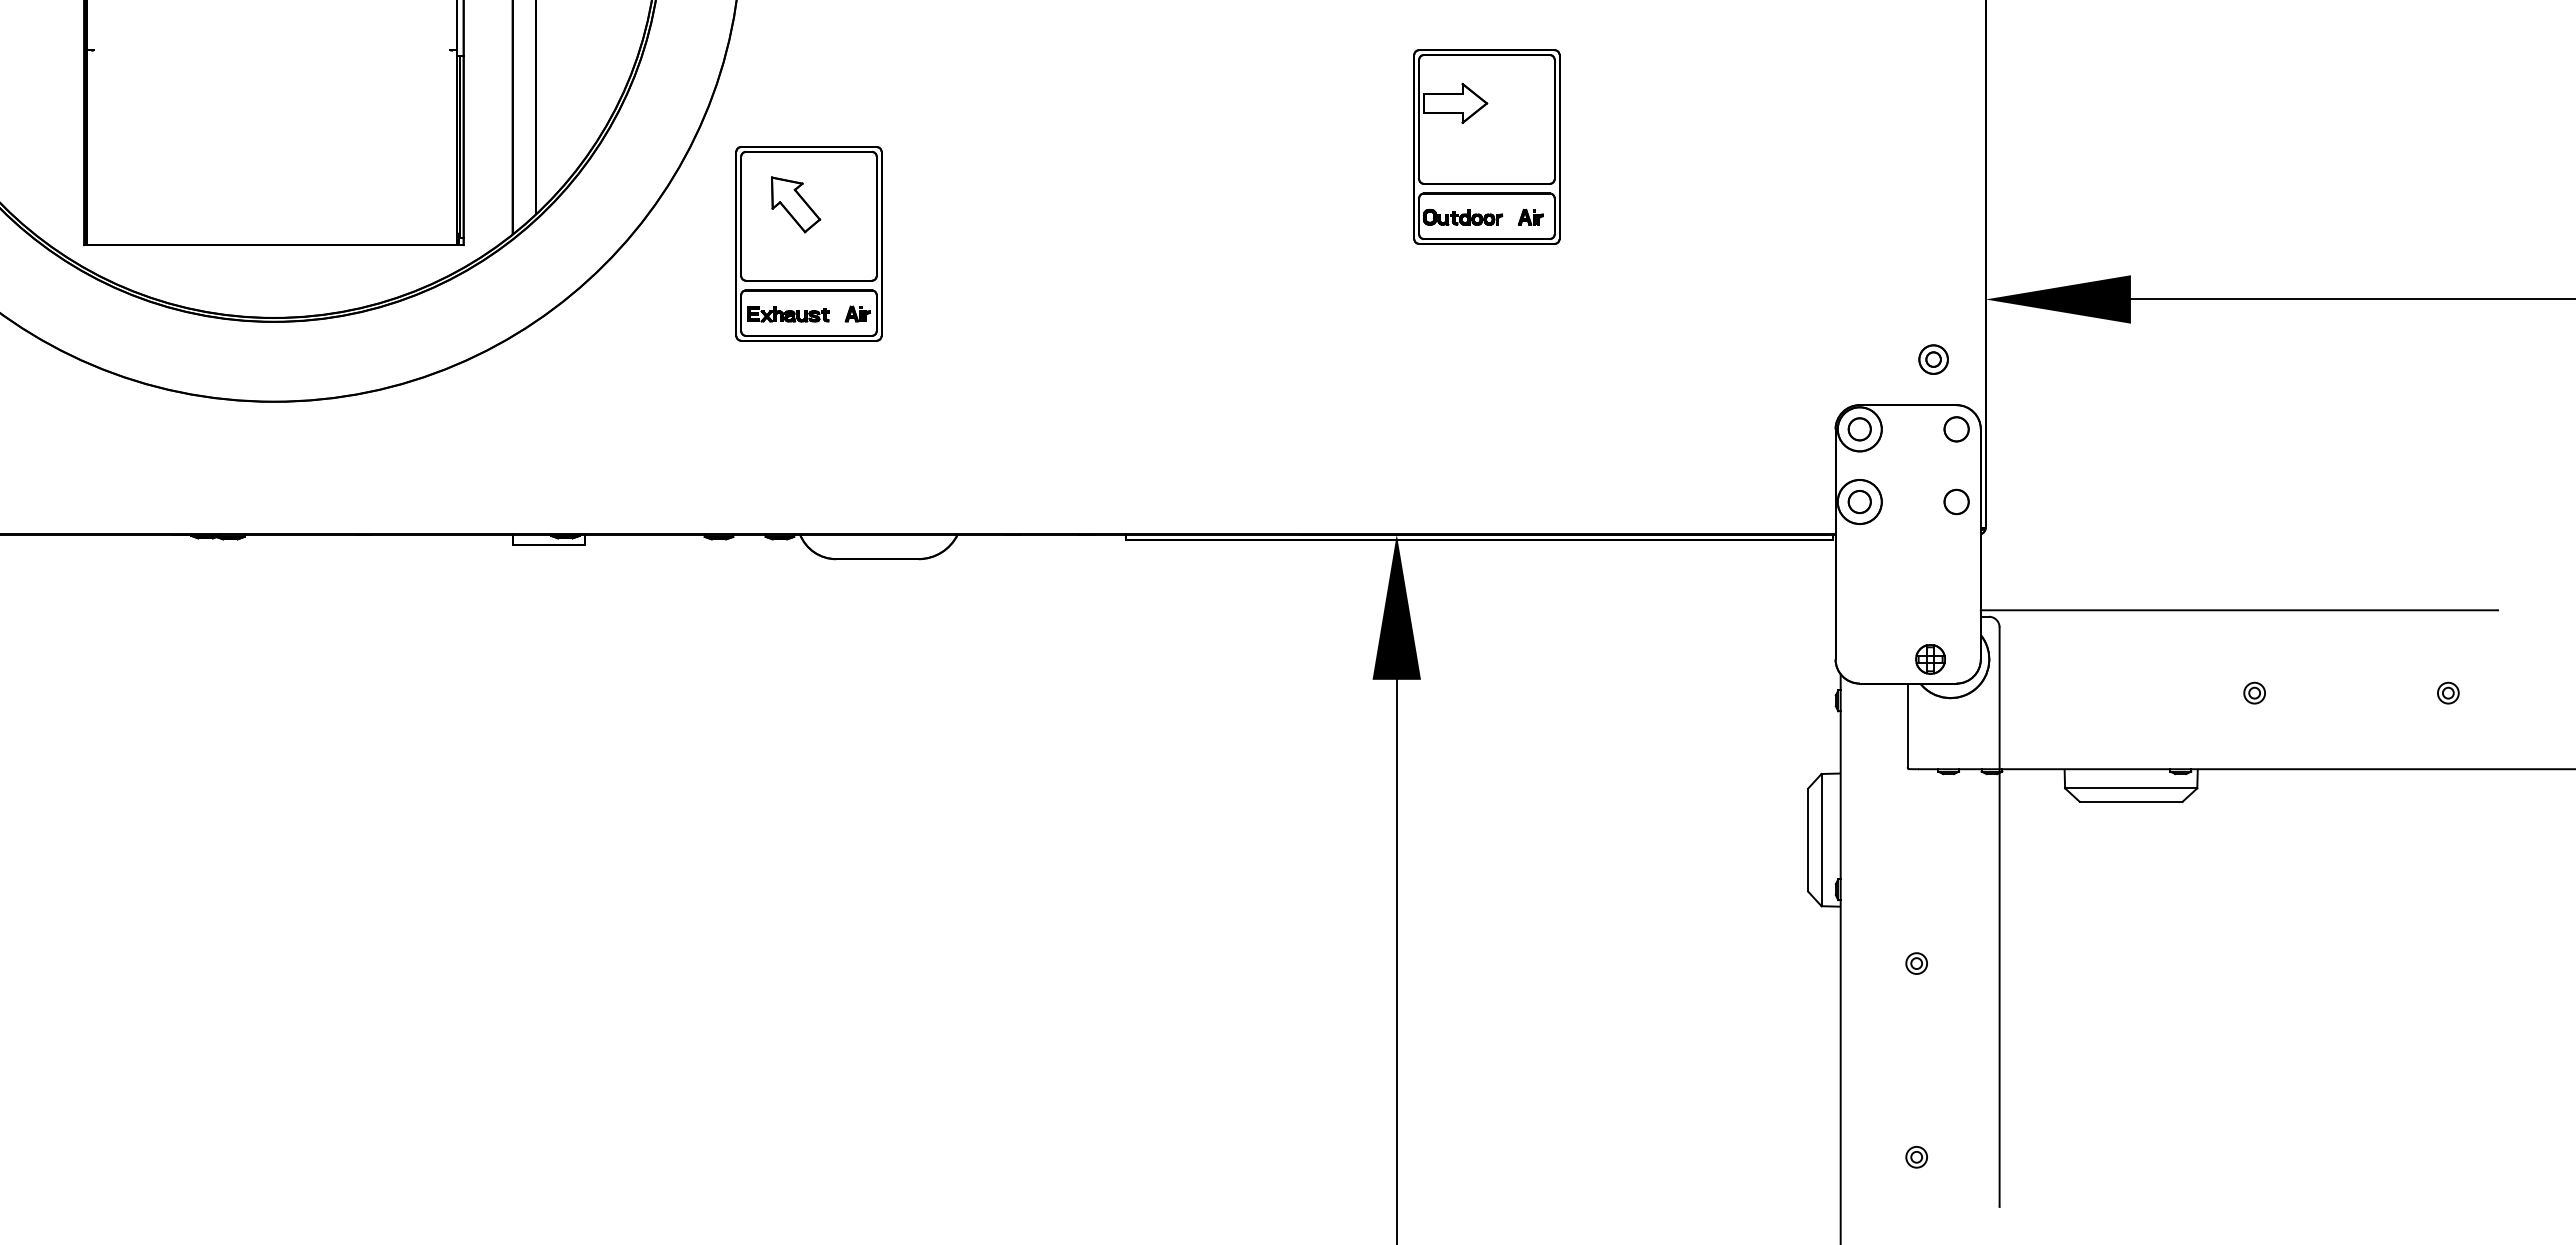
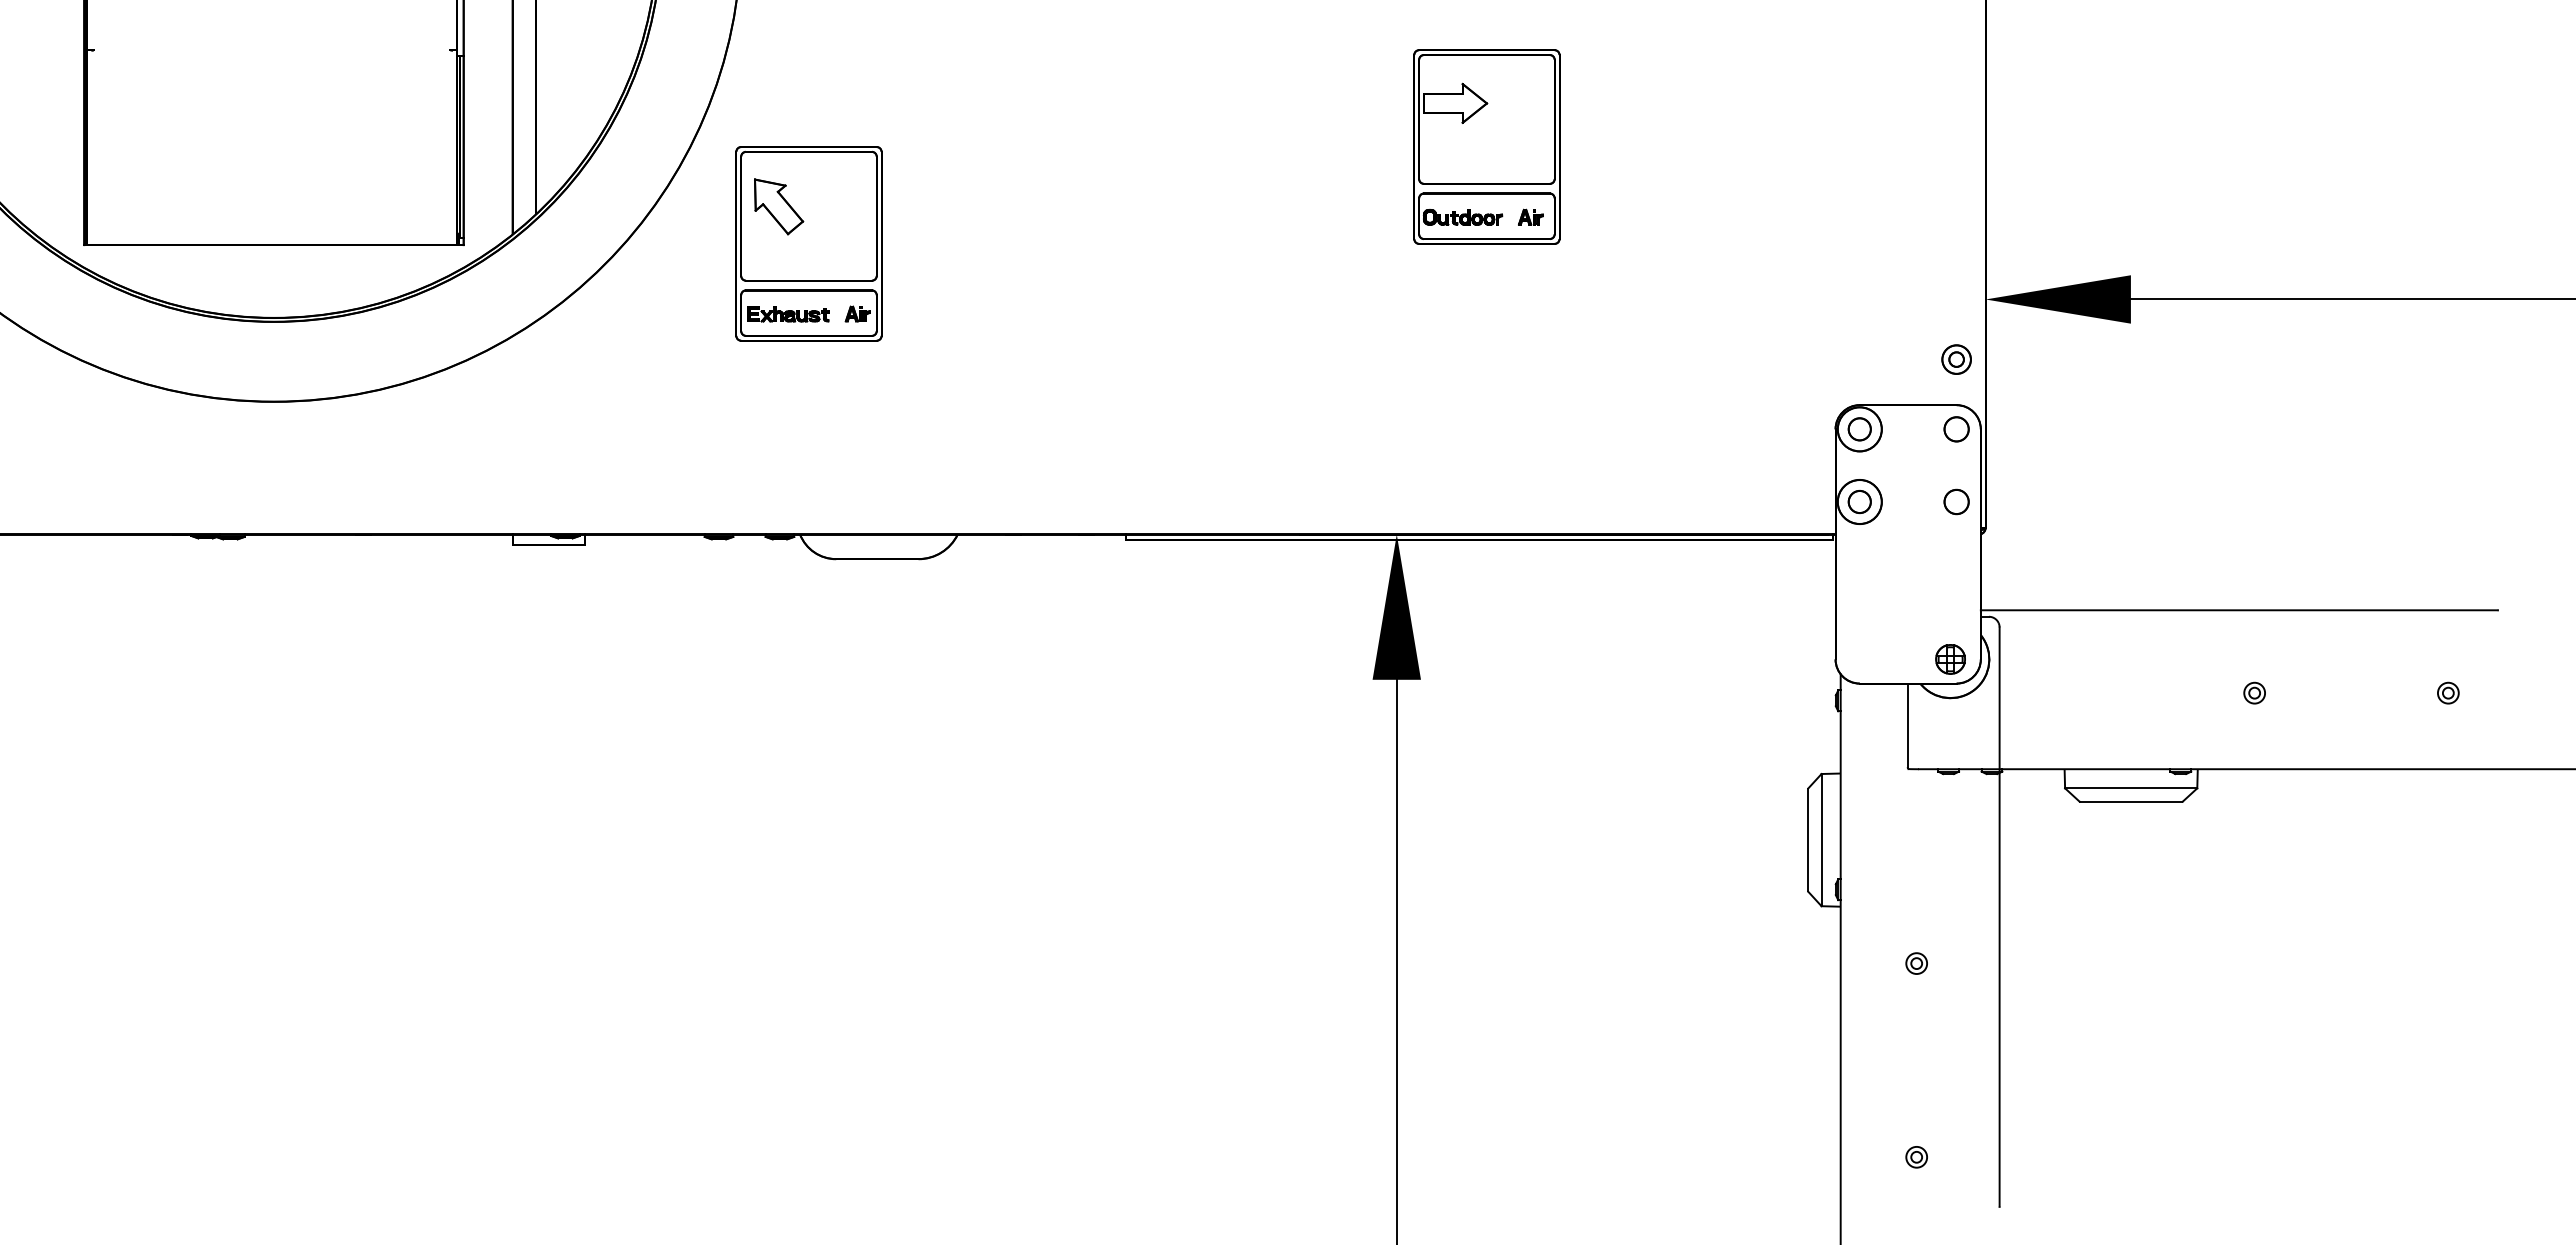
part at (796, 204) position: (796, 204) -> (779, 206)
part at (1933, 359) position: (1933, 359) -> (1956, 359)
part at (1930, 659) position: (1930, 659) -> (1950, 659)
